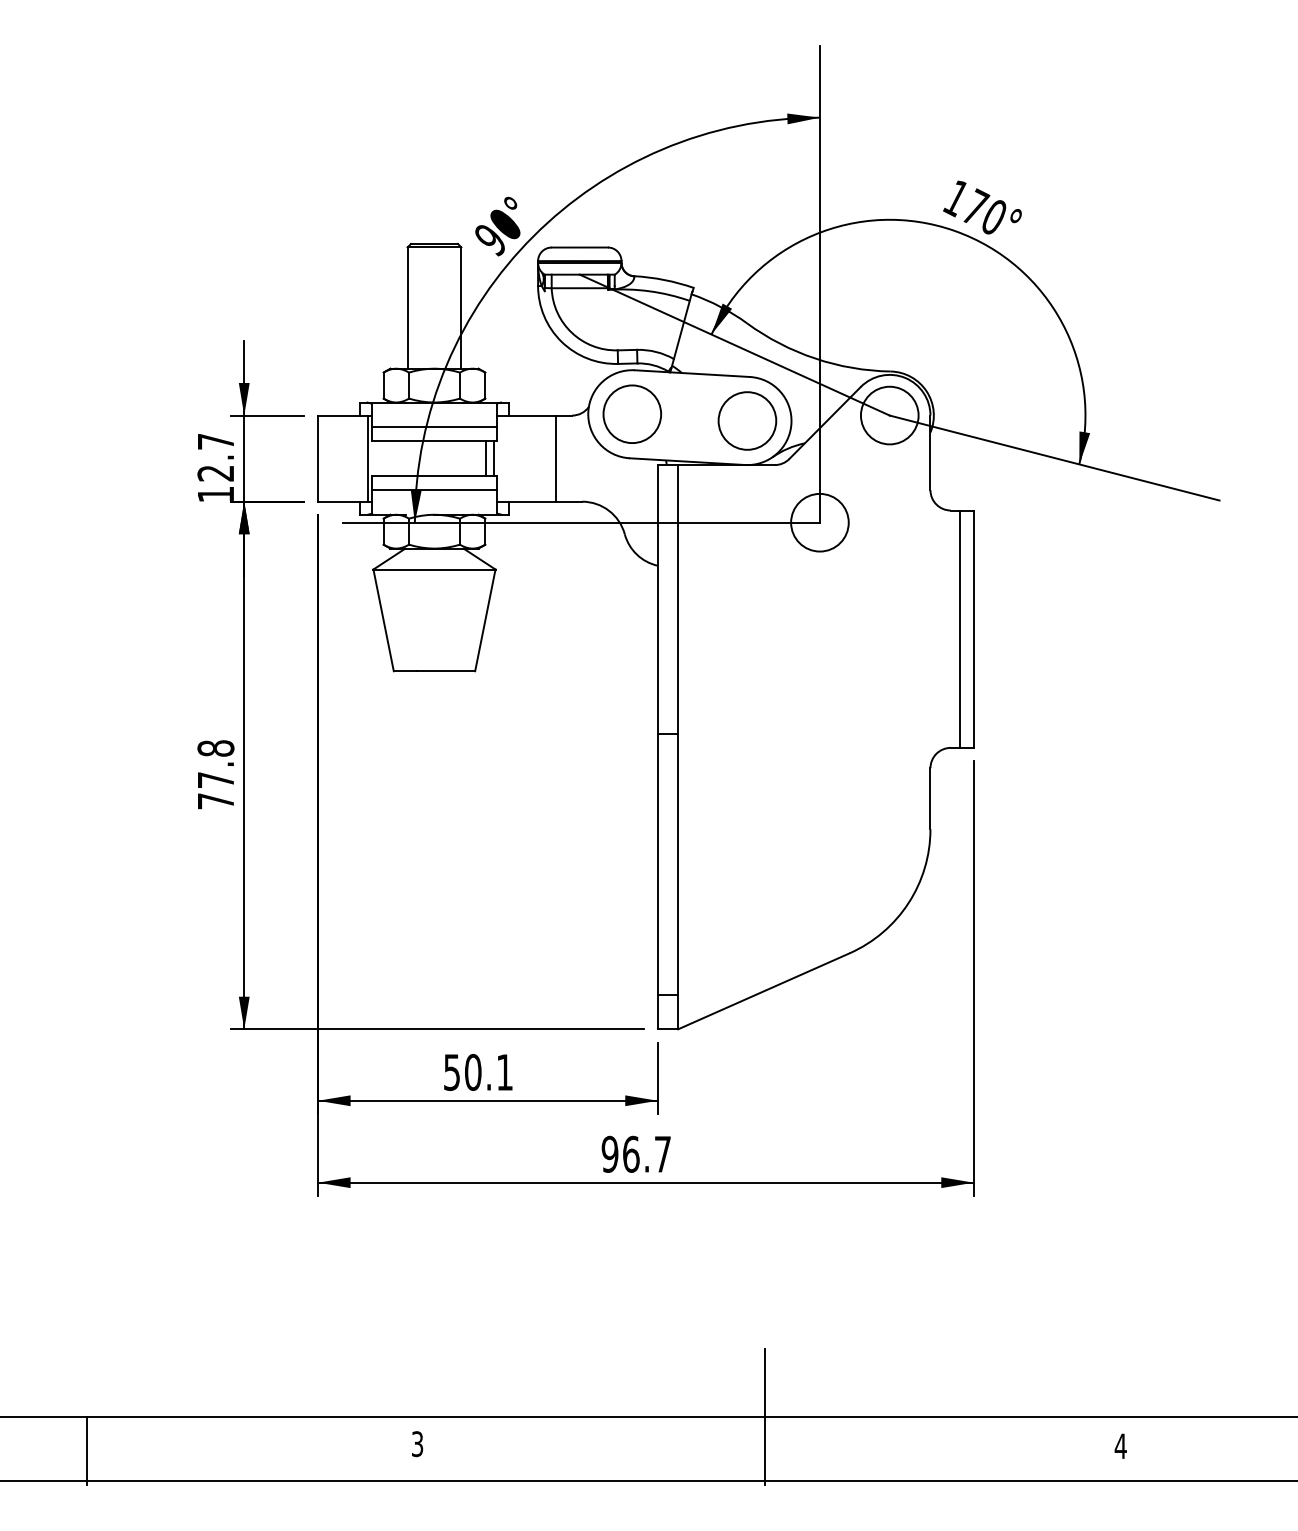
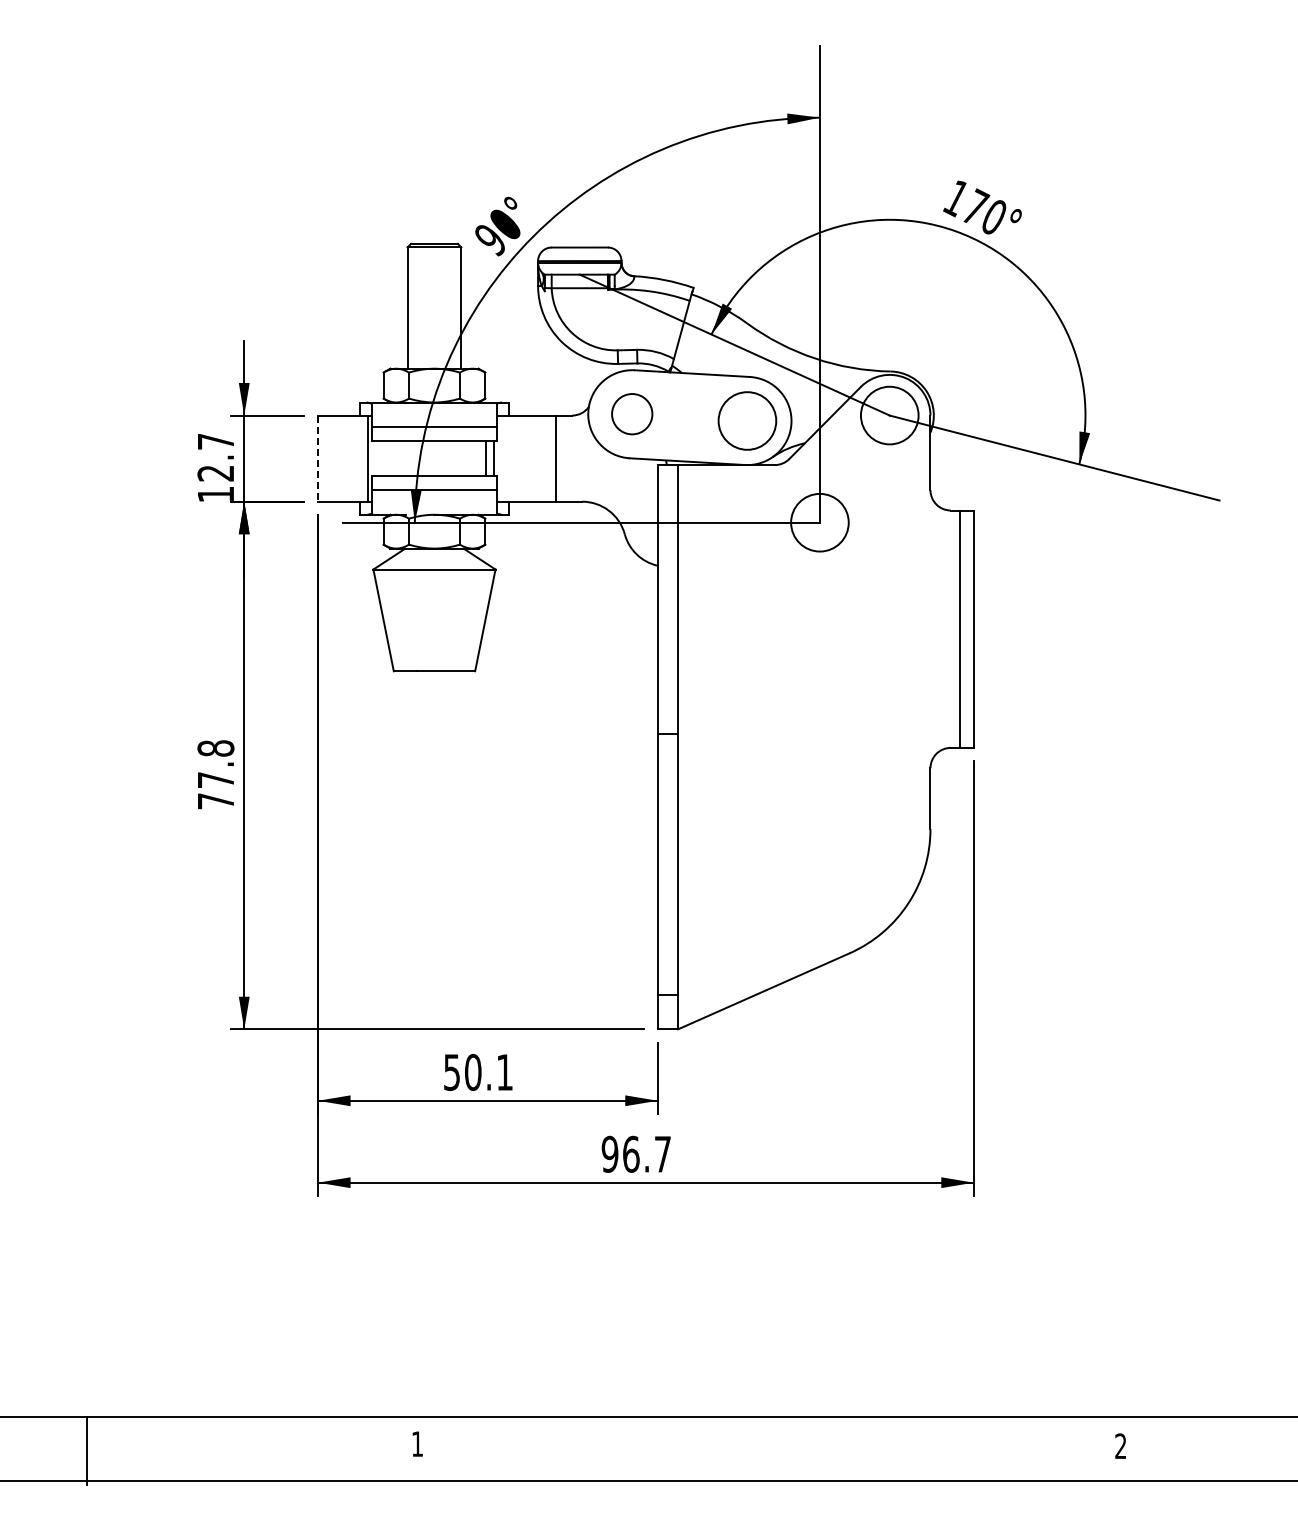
circle at (631, 413) size: 60x60 px -> 43x43 px
line at (318, 459): solid -> dashed
line at (765, 1417): present -> none
text at (417, 1444): 3 -> 1
text at (1120, 1445): 4 -> 2
